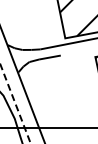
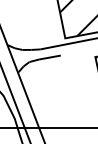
line at (15, 103): dashed -> solid
